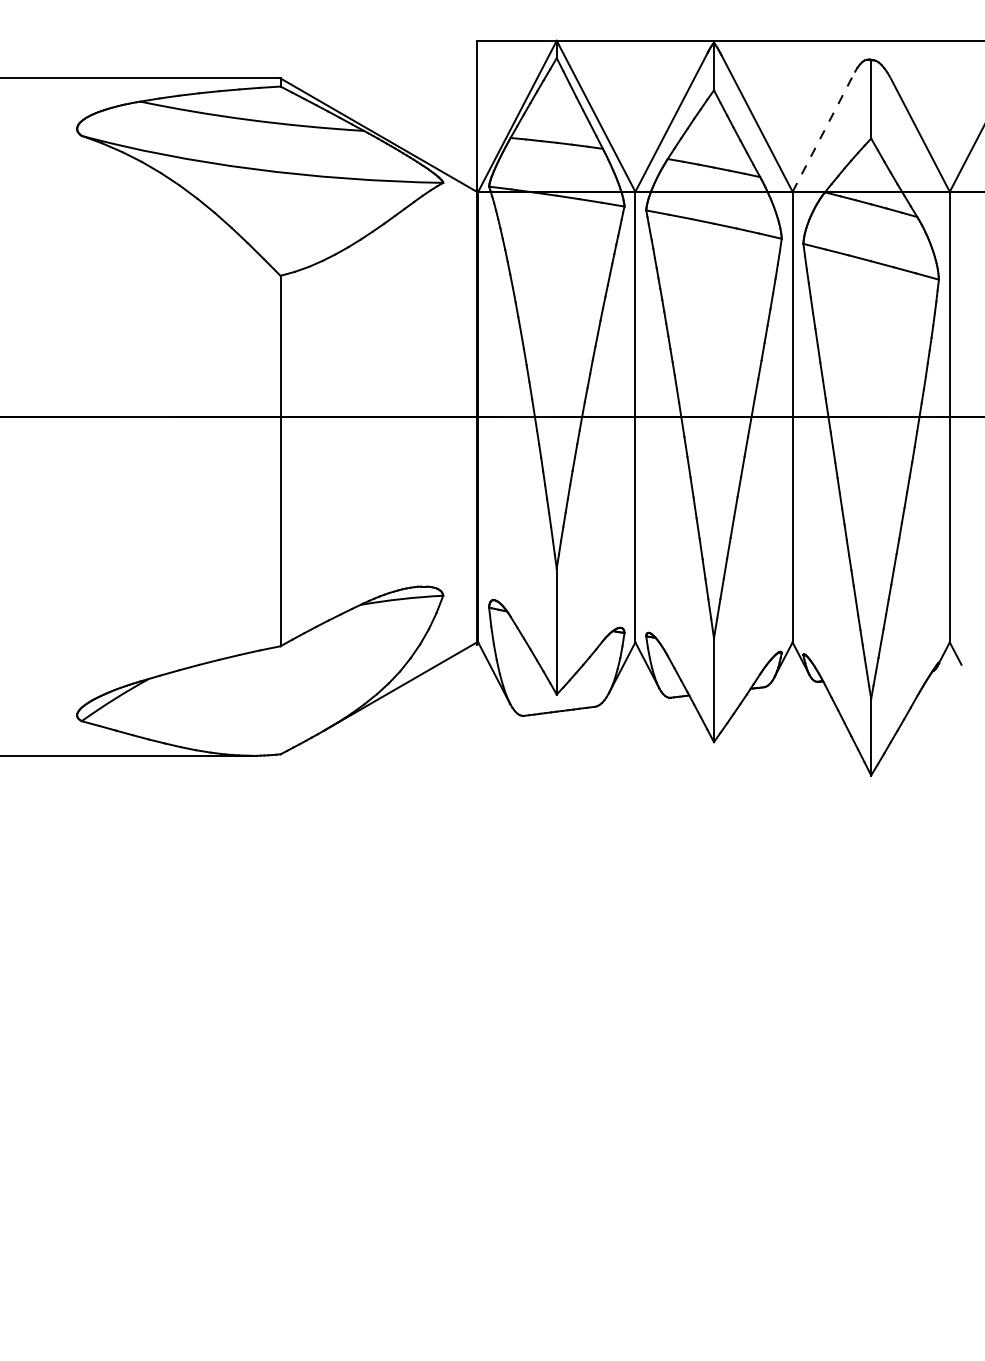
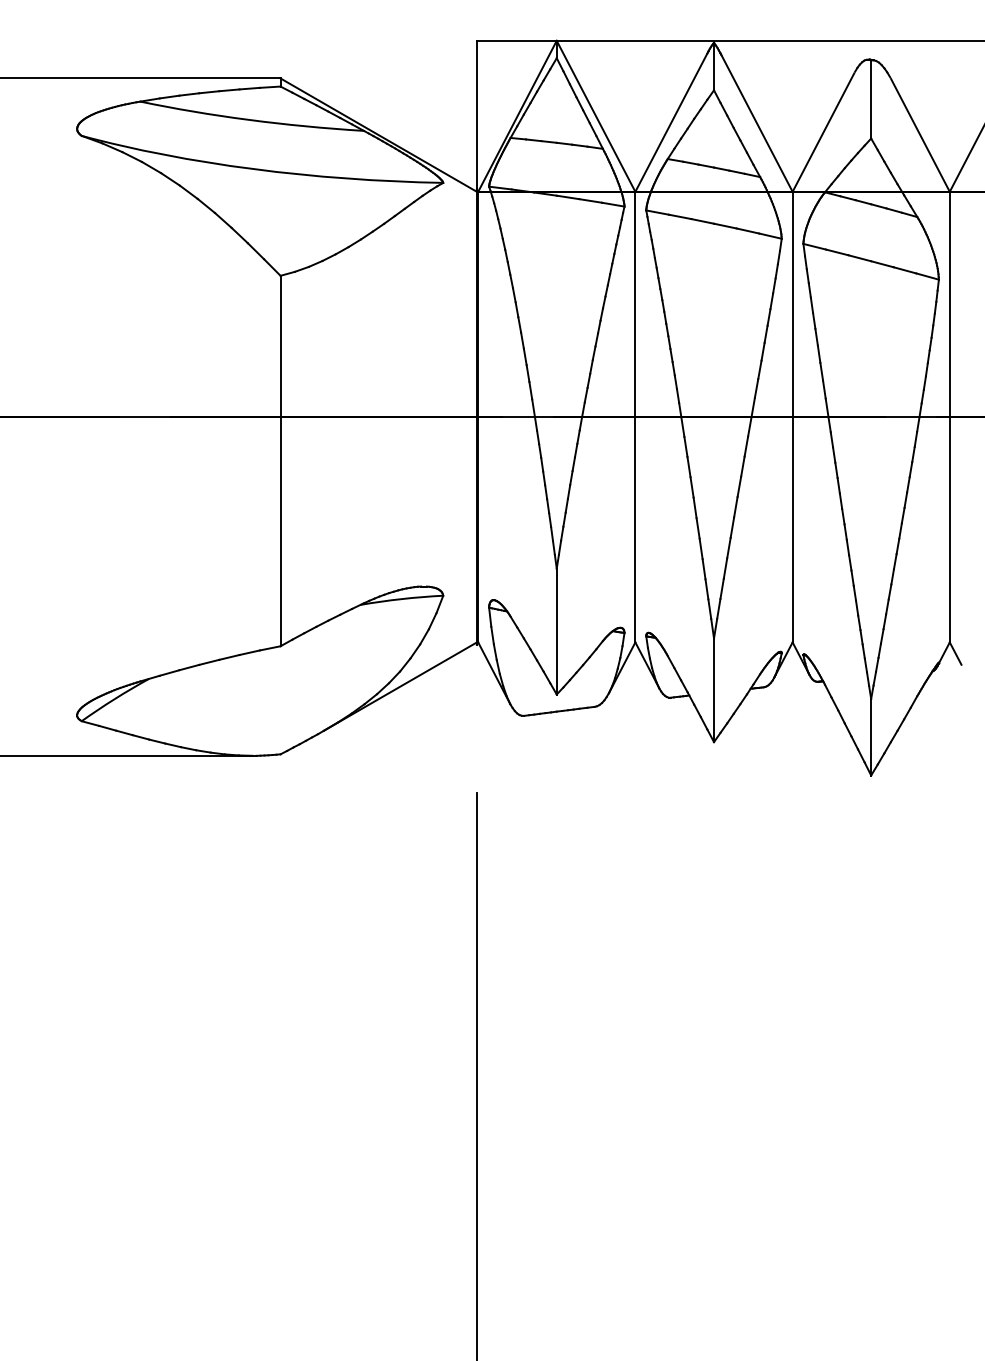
line at (823, 132): dashed -> solid
line at (476, 1075): none -> present
